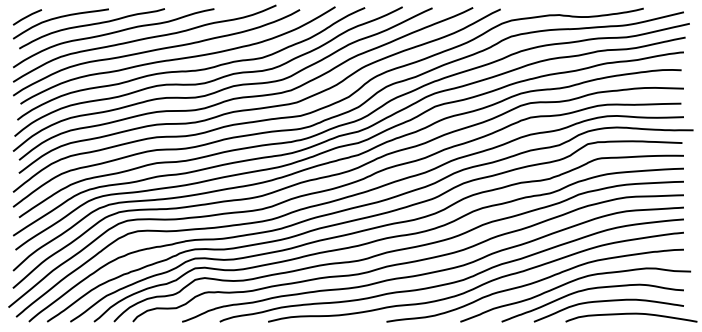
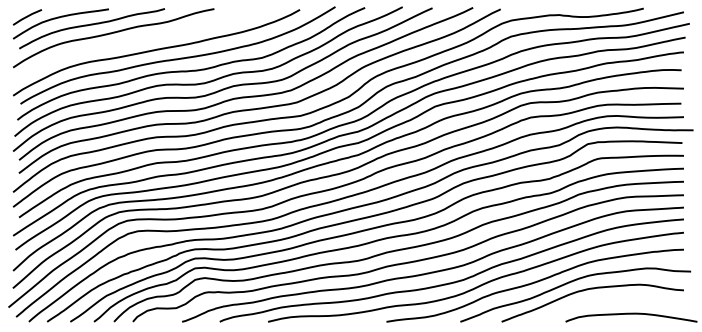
curve at (142, 40): present -> none
curve at (608, 301): present -> none
